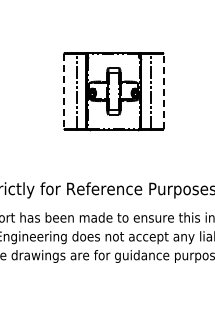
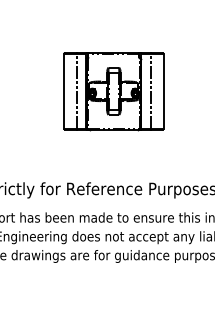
line at (163, 90): dashed -> solid
line at (64, 91): dashed -> solid
